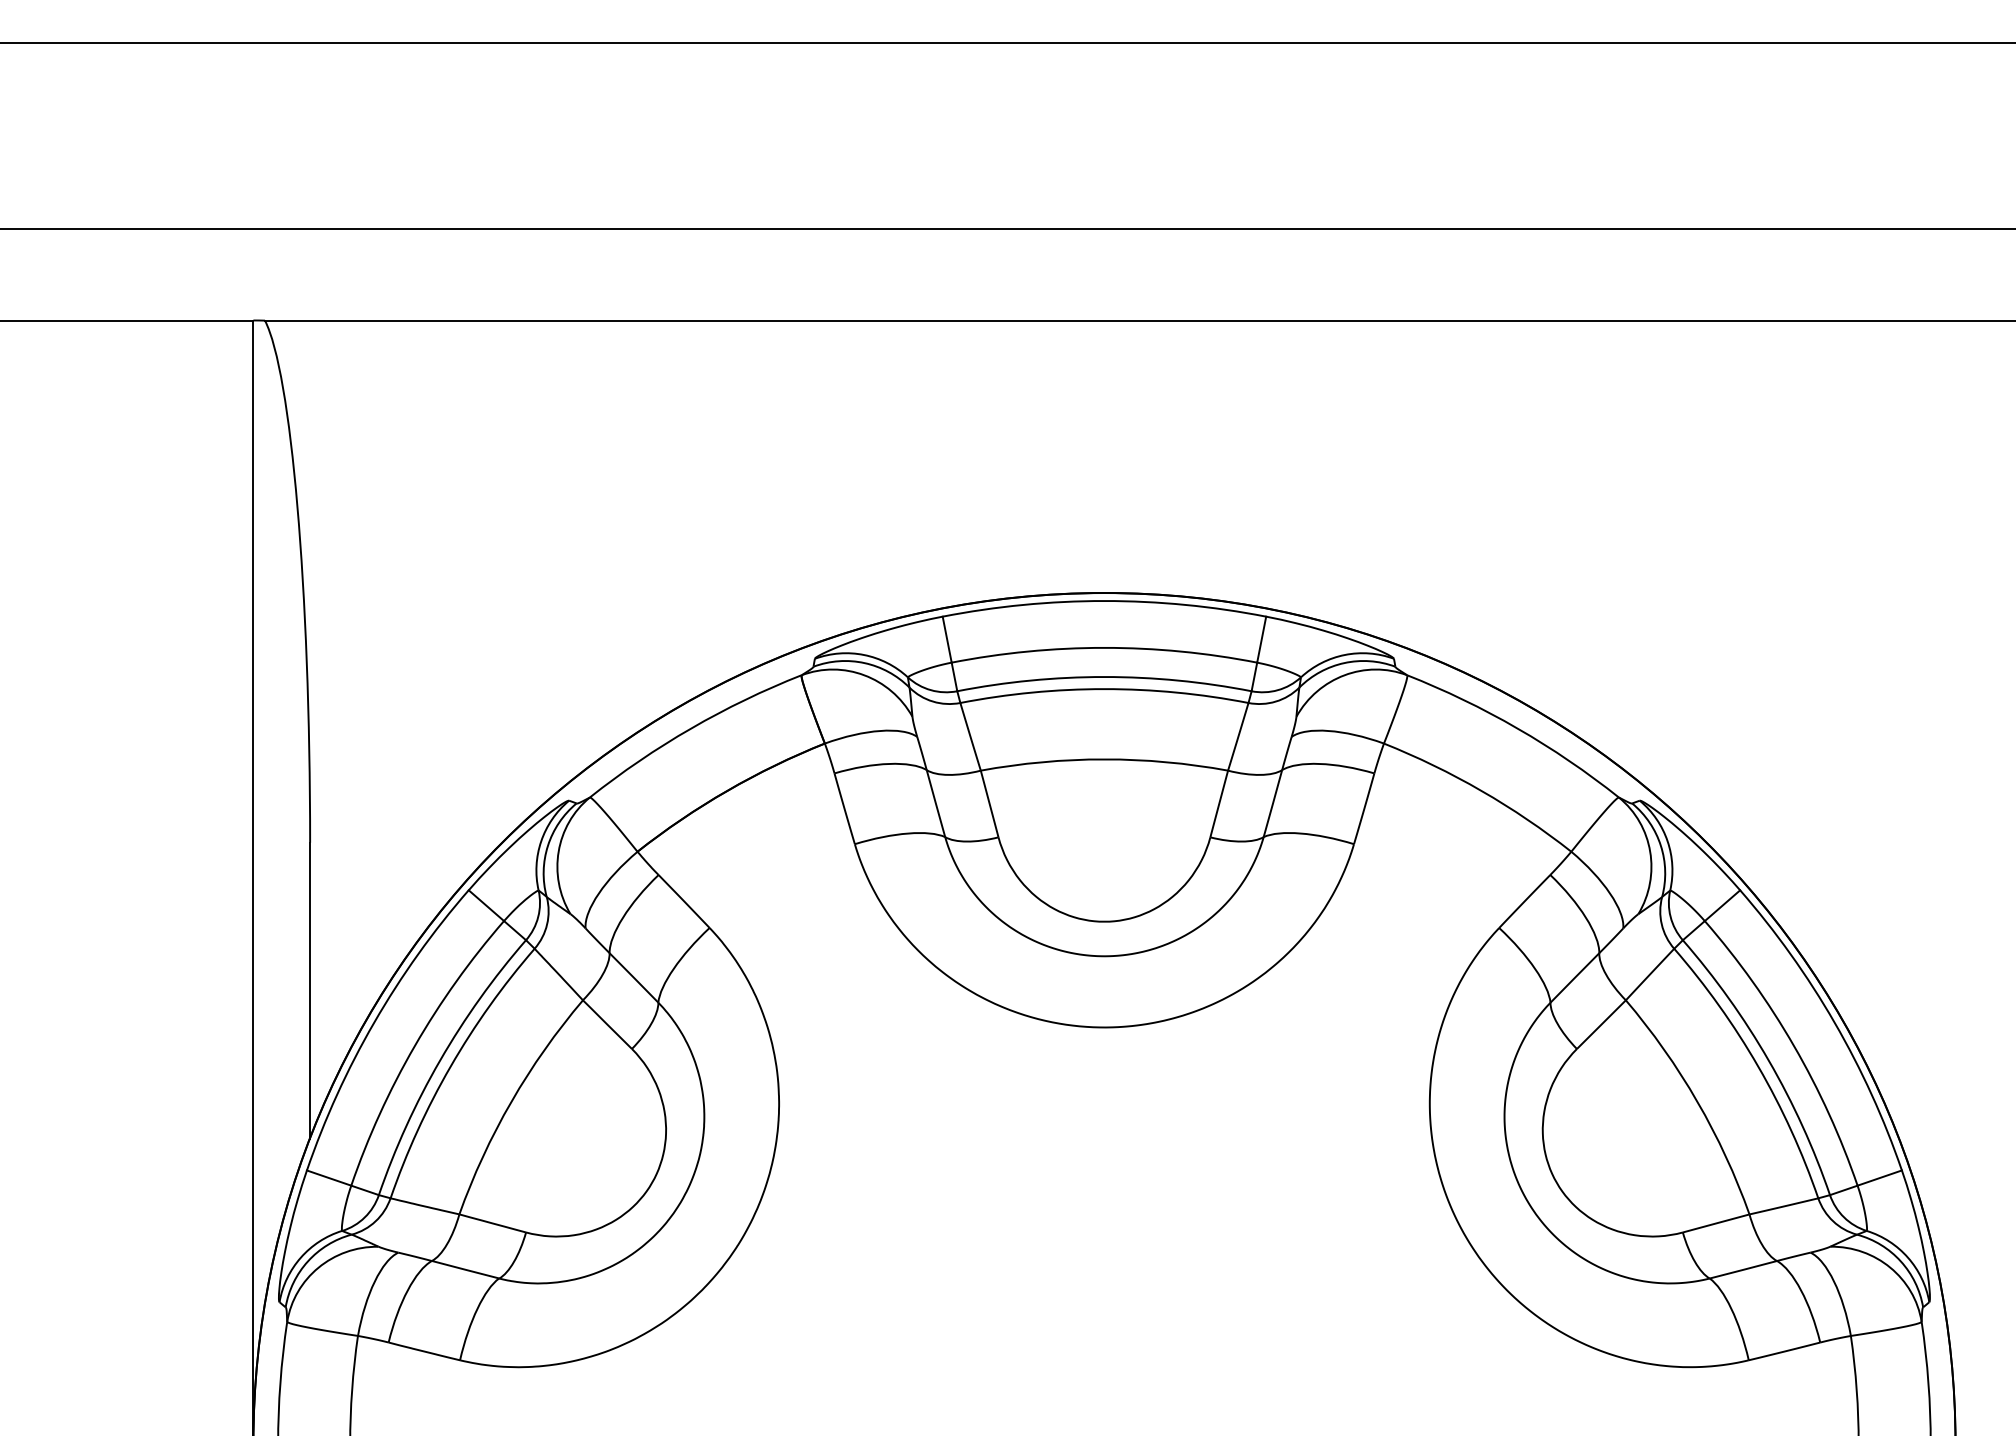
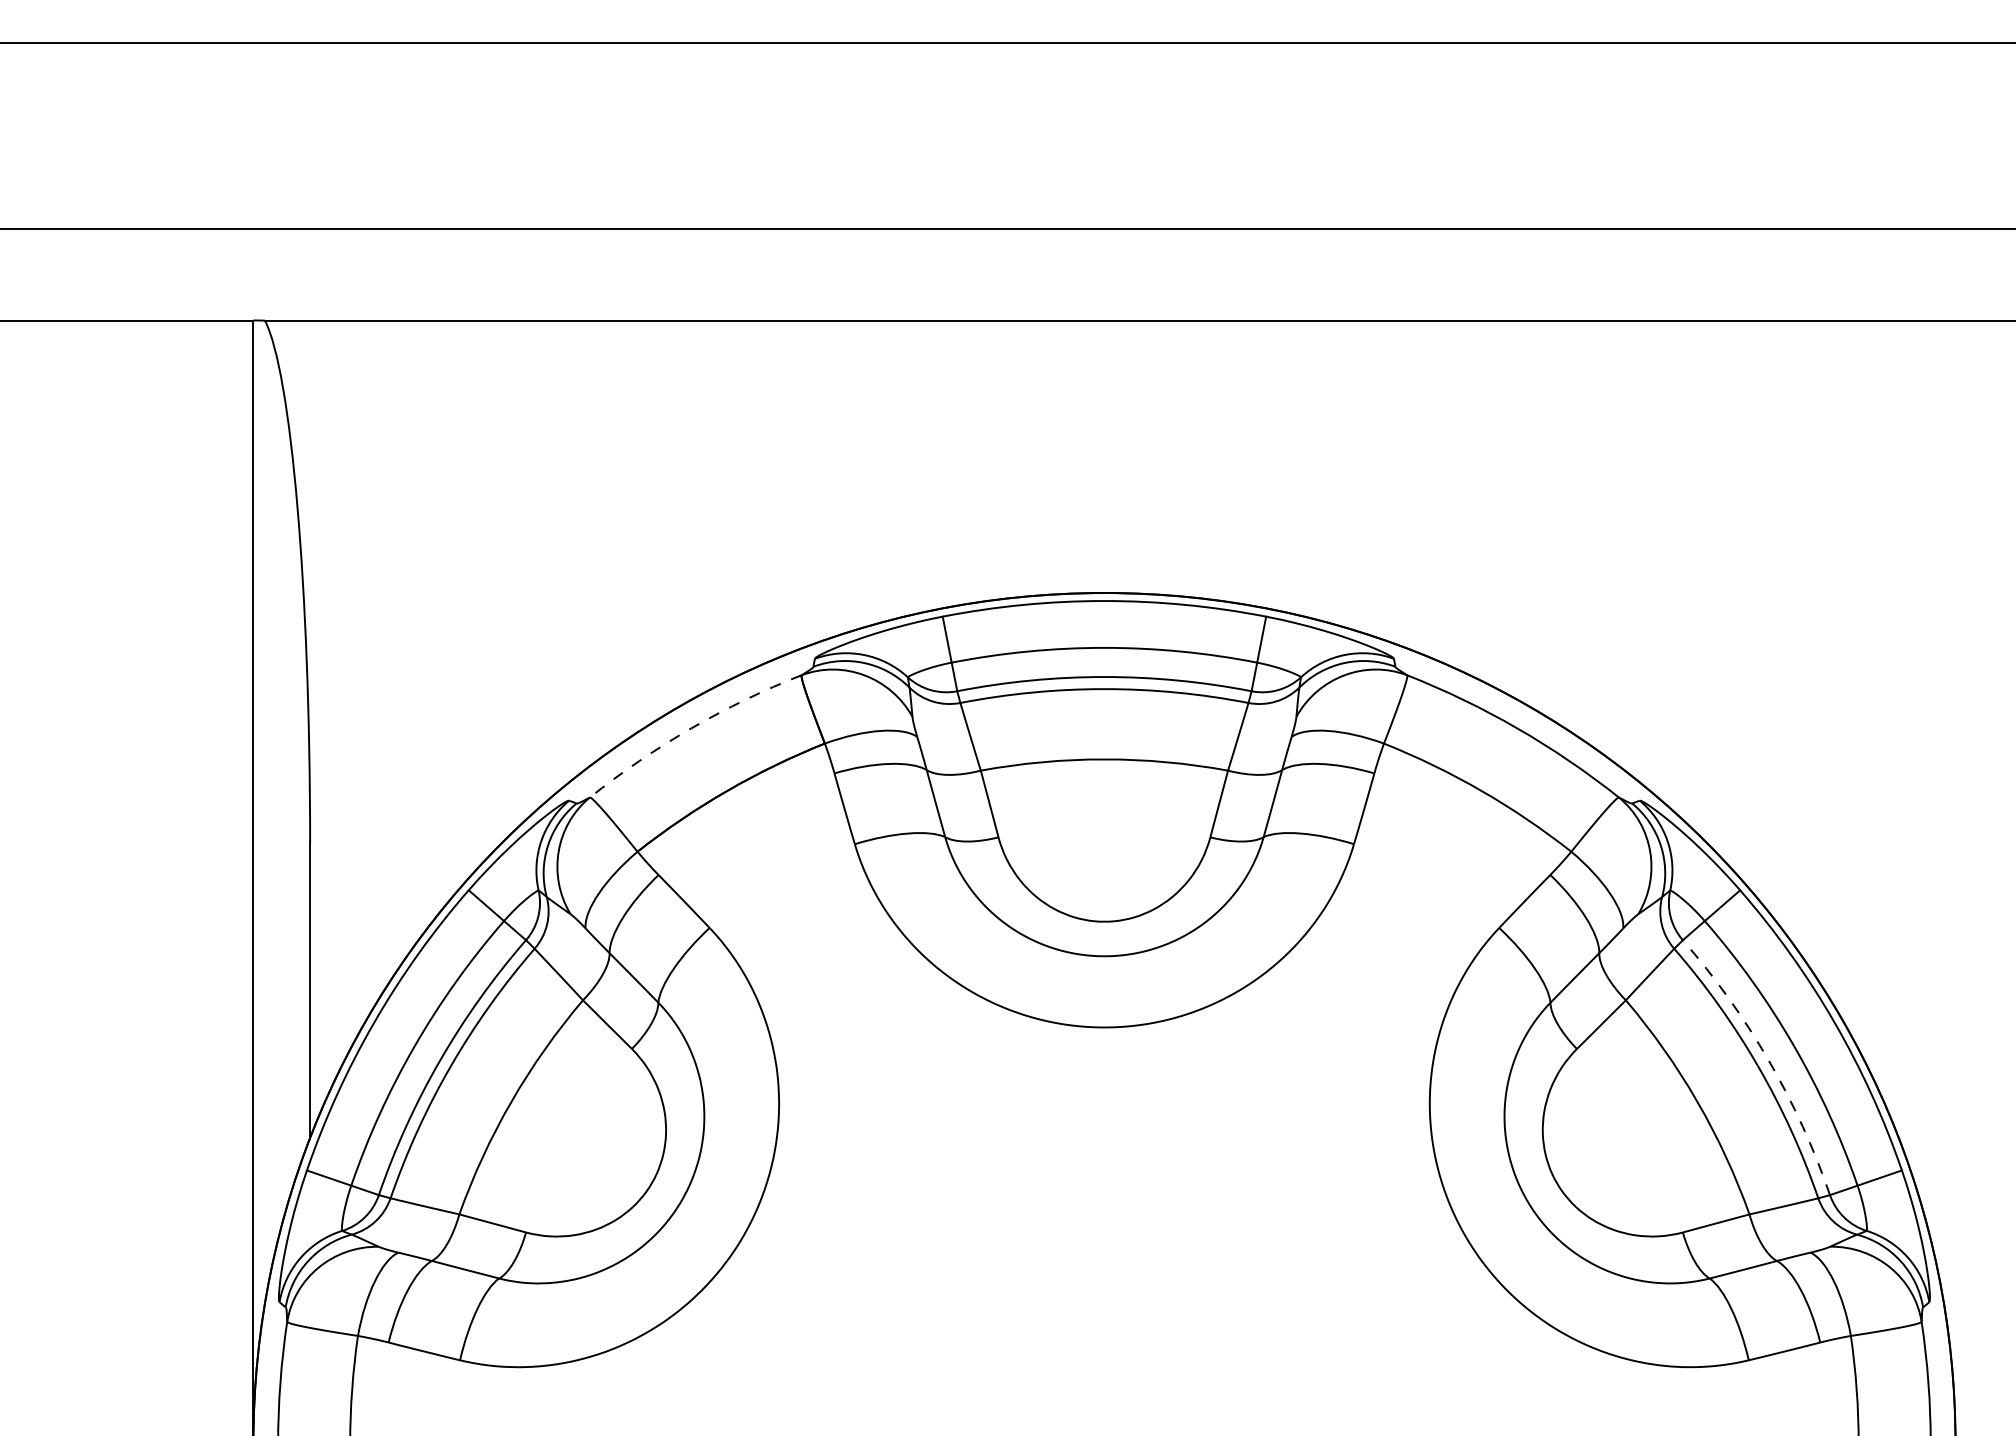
arc at (691, 728): solid -> dashed
arc at (1768, 1060): solid -> dashed
